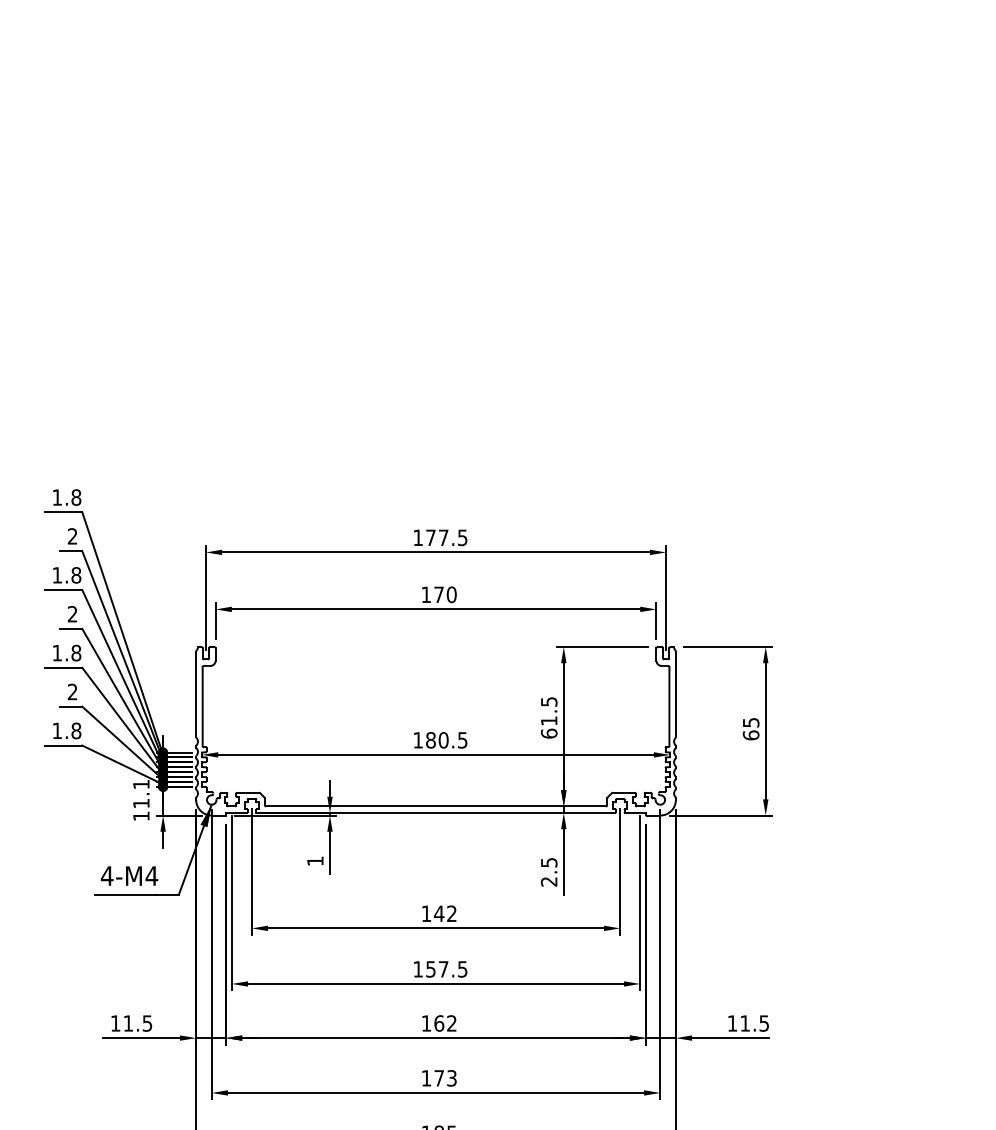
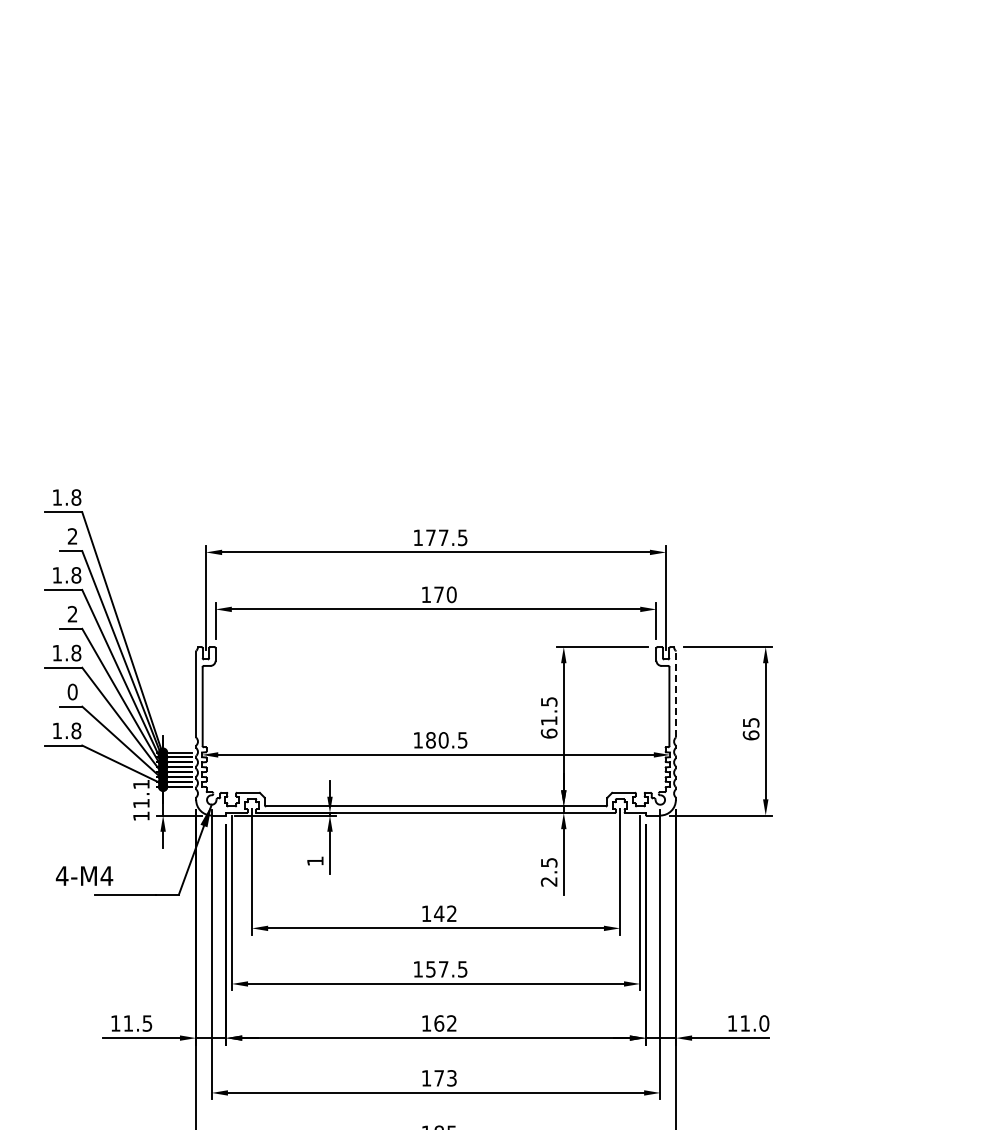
text at (72, 691): 2 -> 0
line at (675, 694): solid -> dashed
text at (129, 875) position: (129, 875) -> (84, 875)
text at (764, 1023): 11.5 -> 11.0
